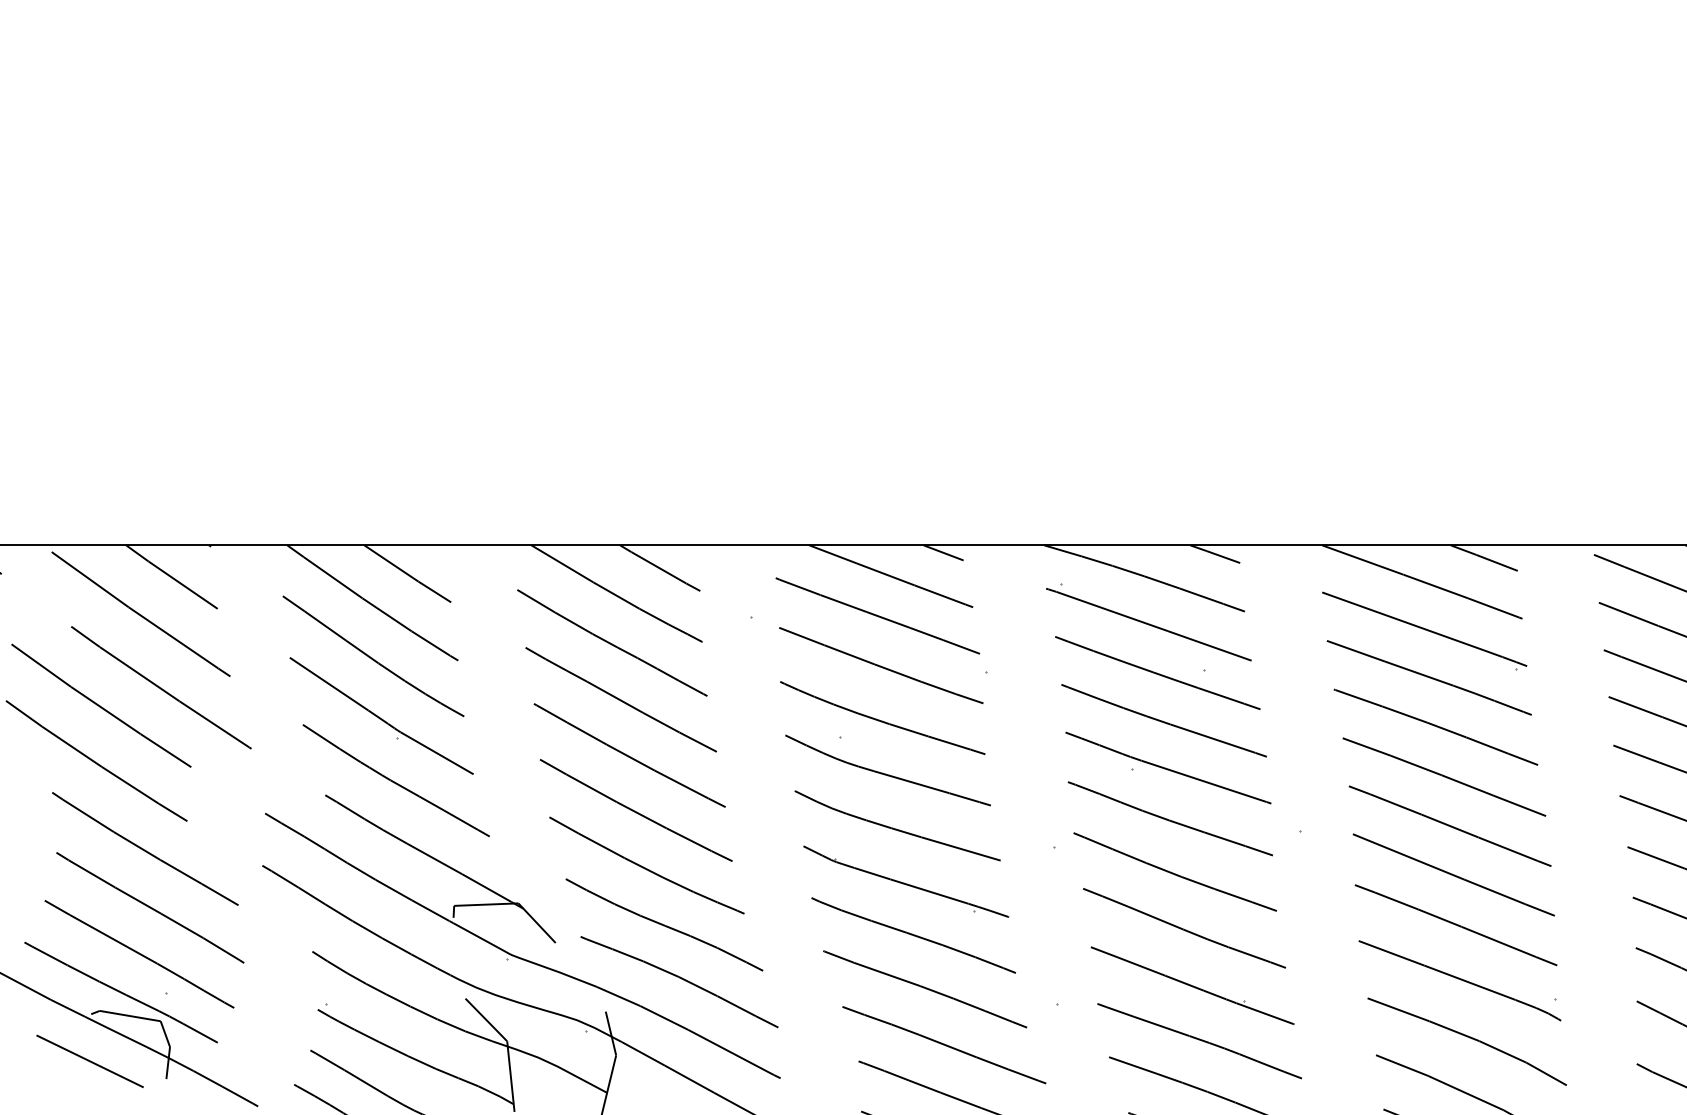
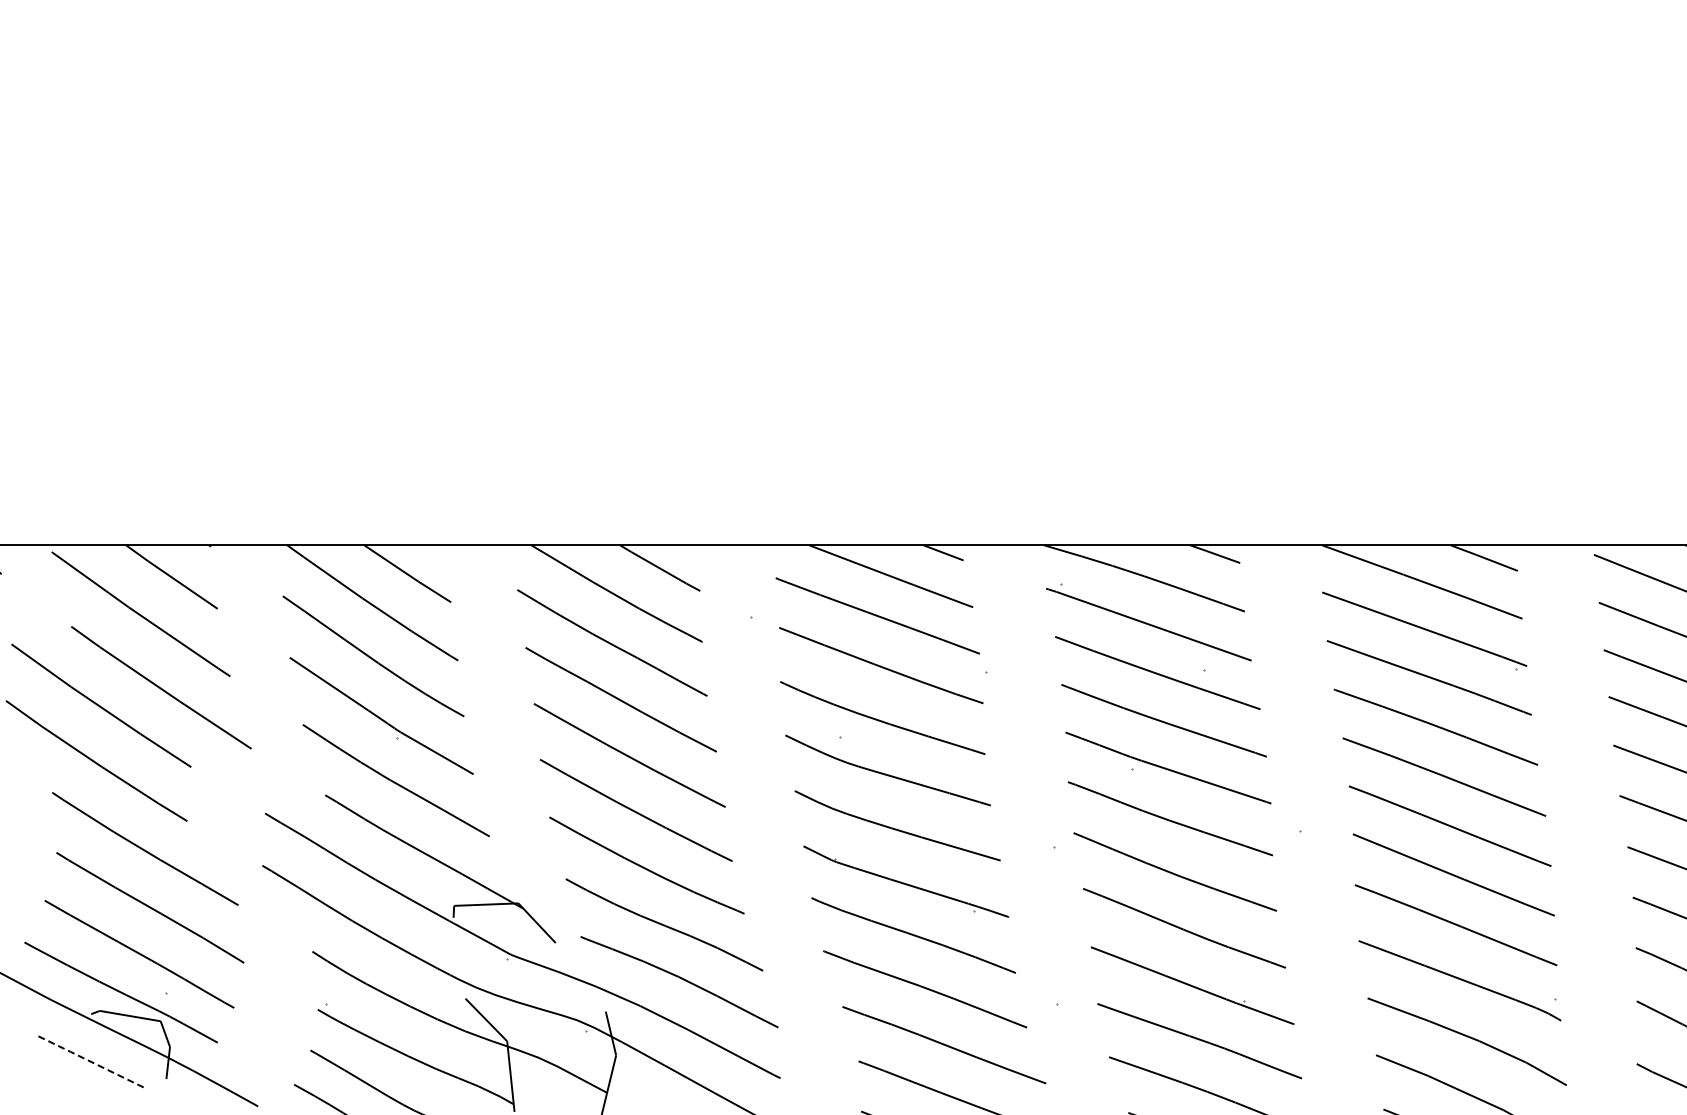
line at (89, 1060): solid -> dashed
